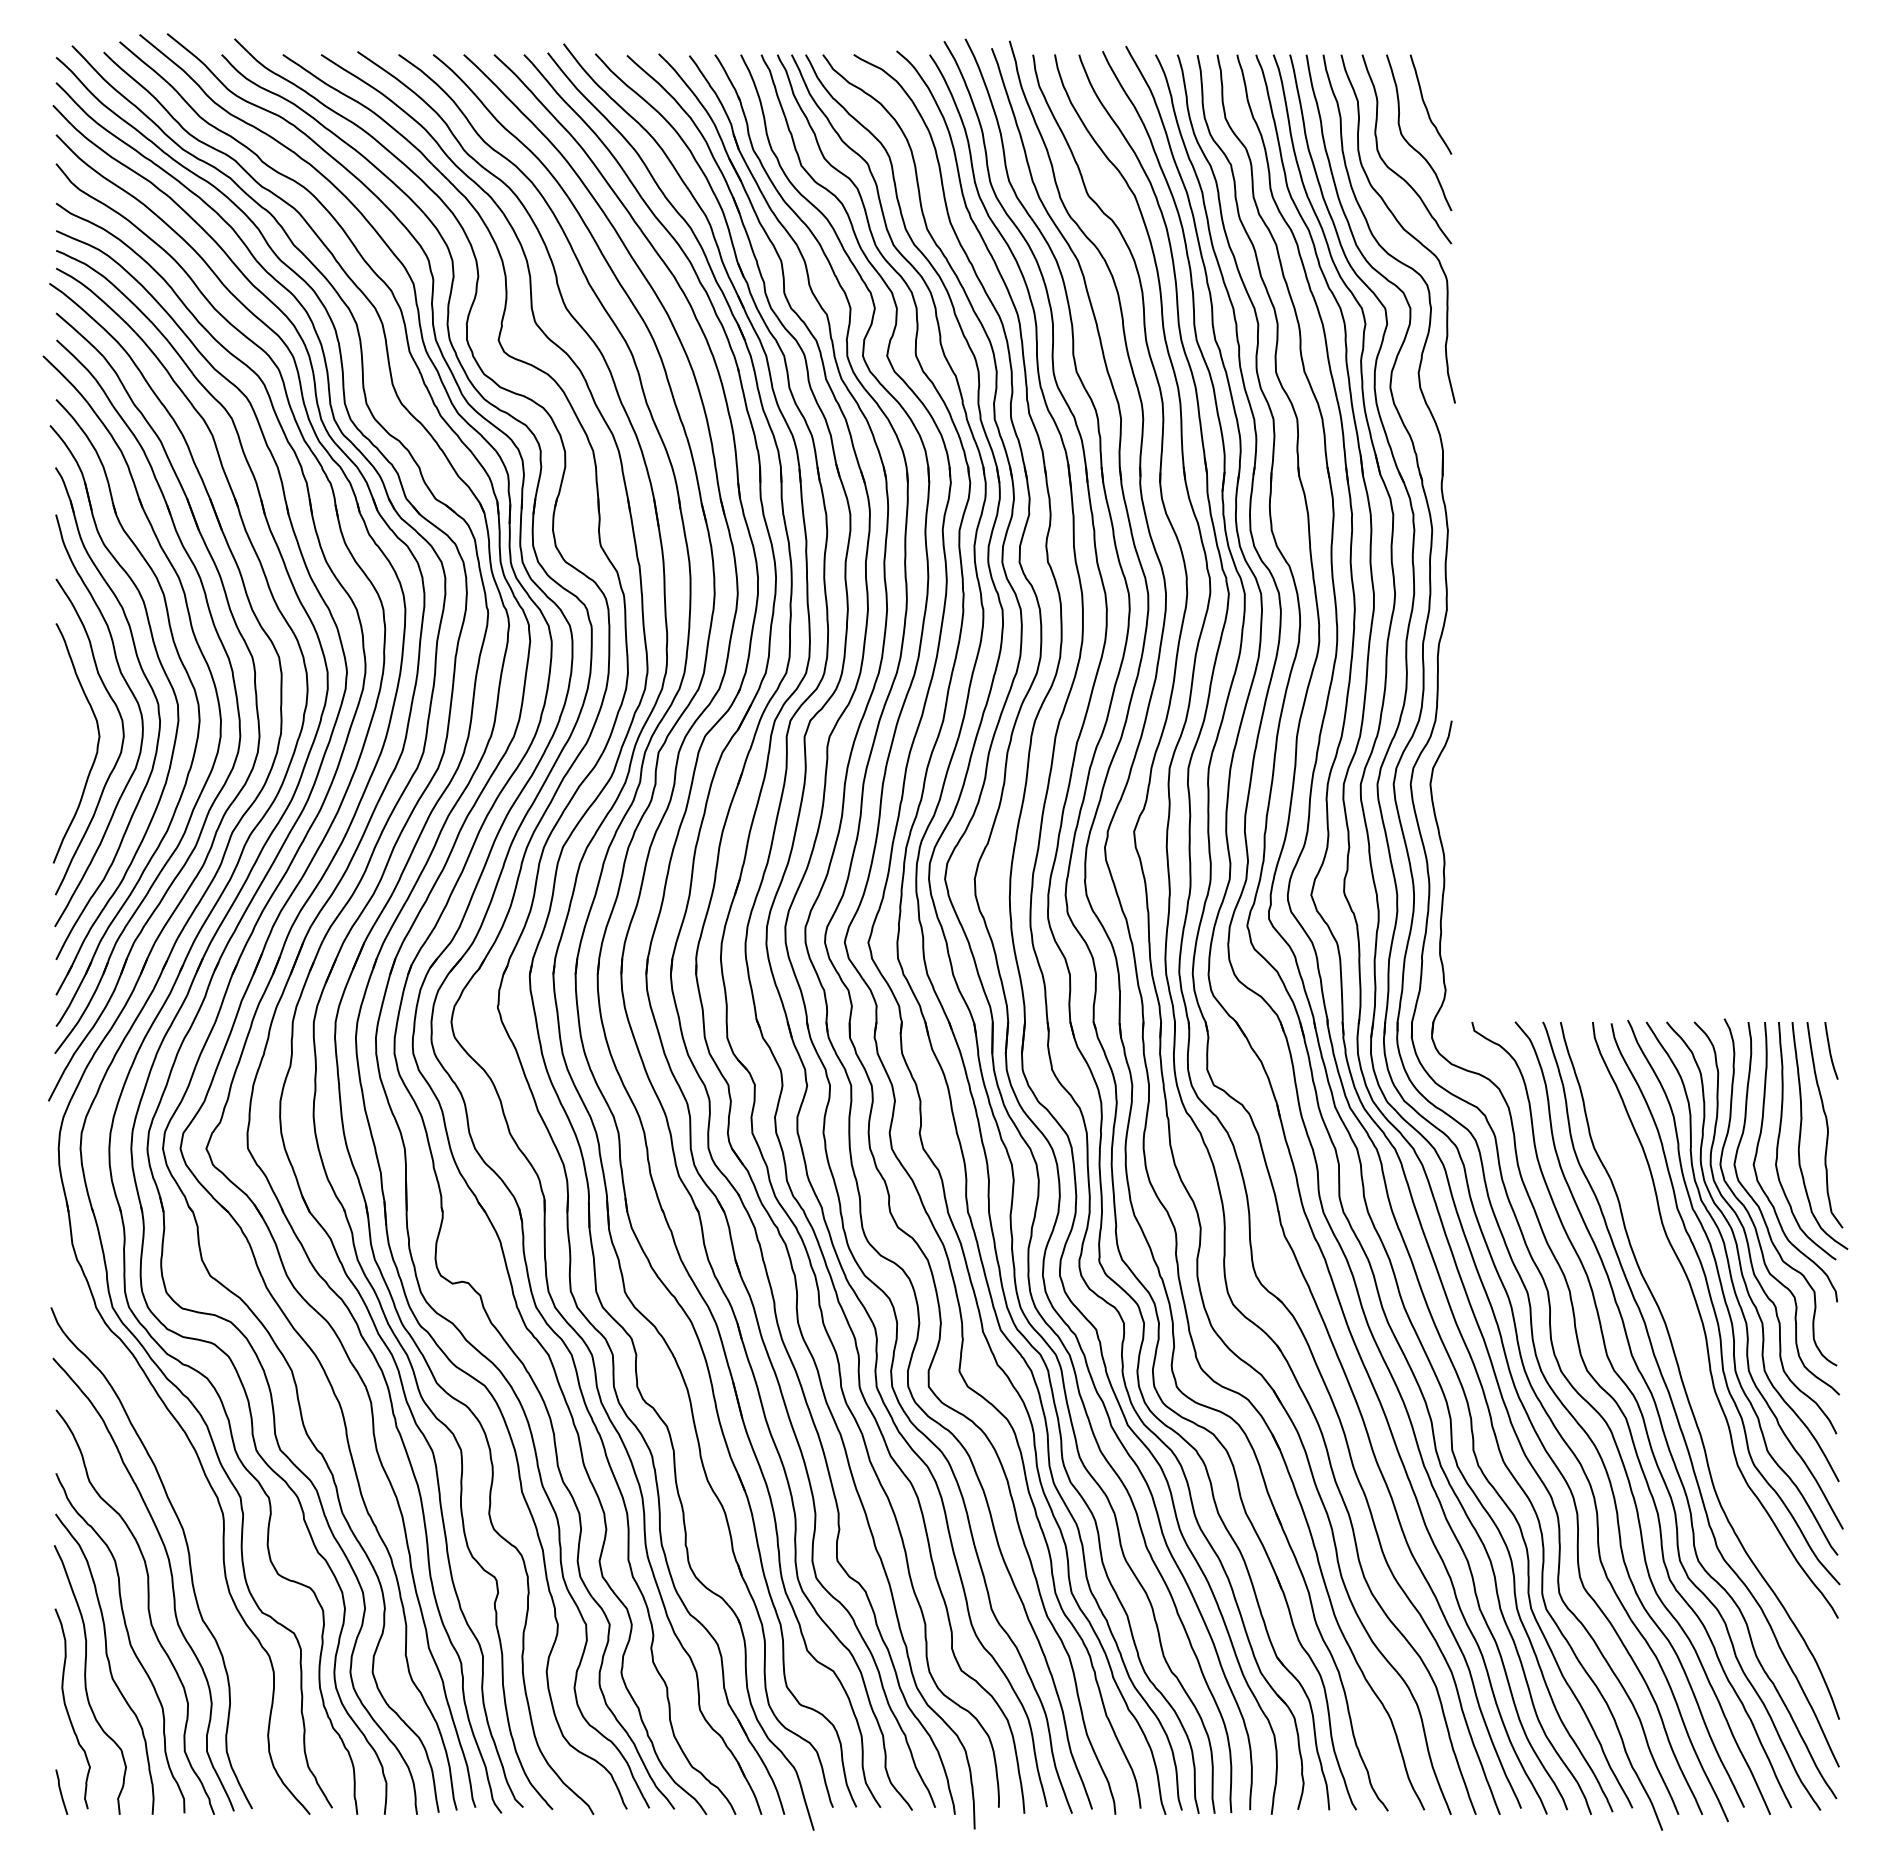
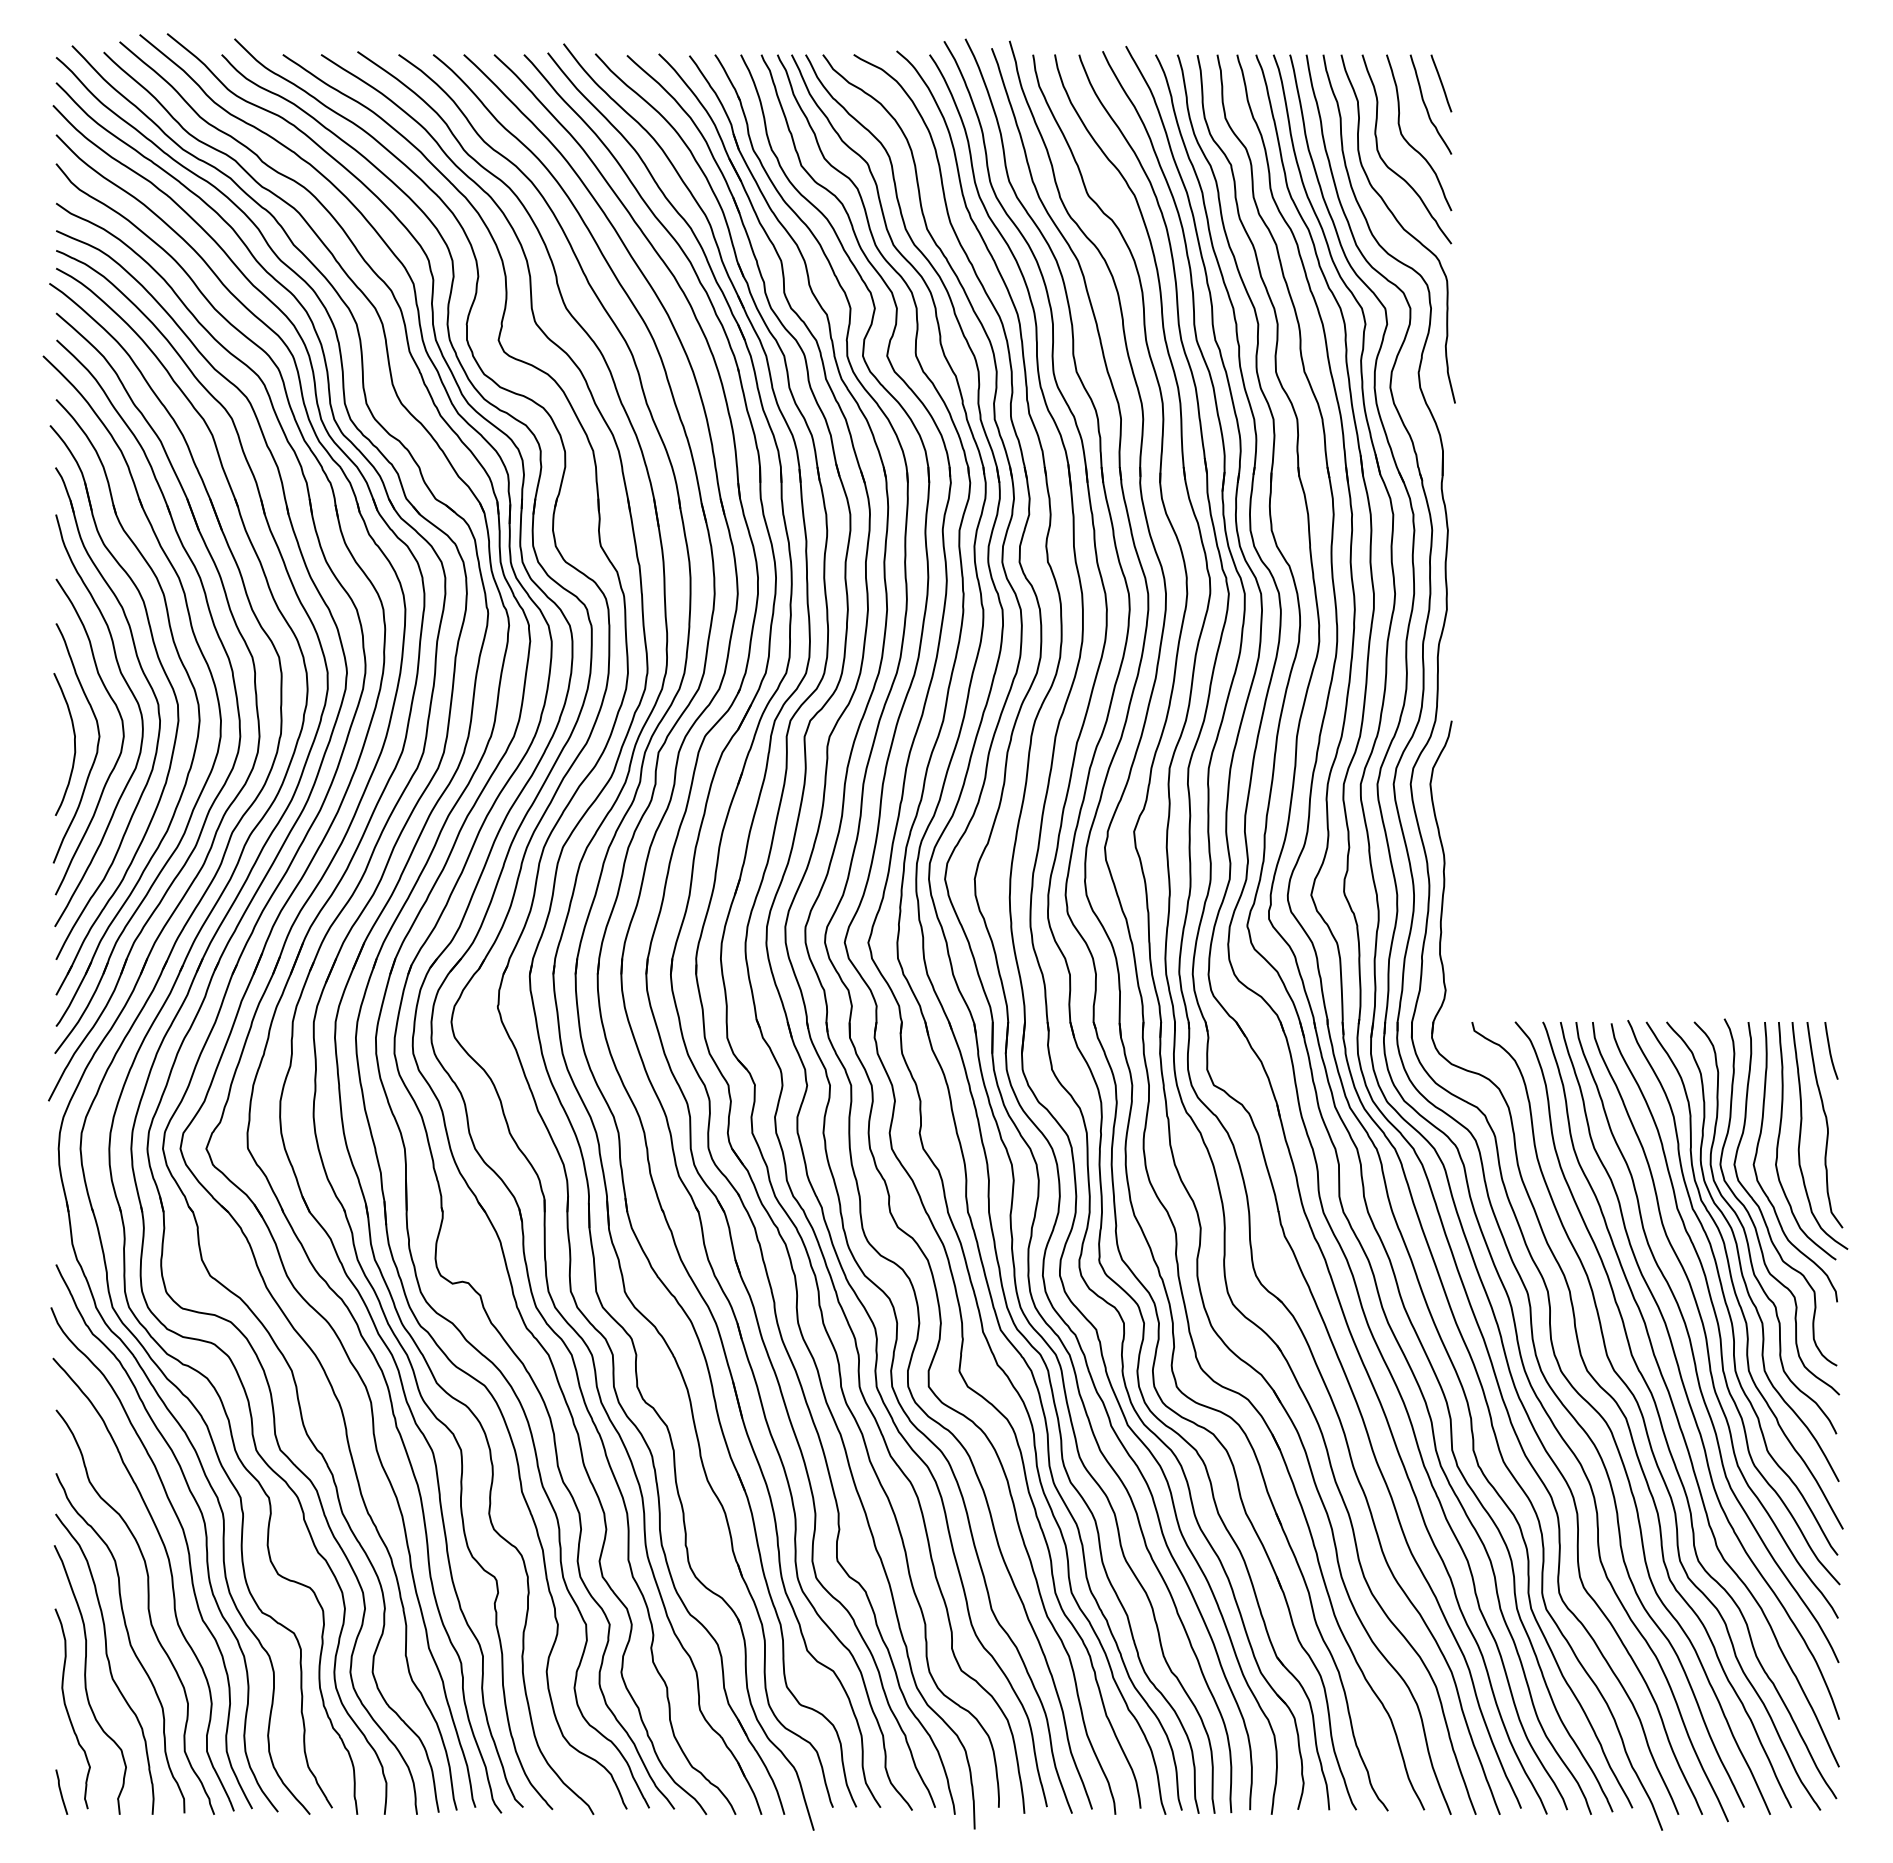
line at (1441, 83): none -> present
curve at (74, 744): none -> present
curve at (1692, 1345): none -> present
curve at (204, 1531): none -> present
